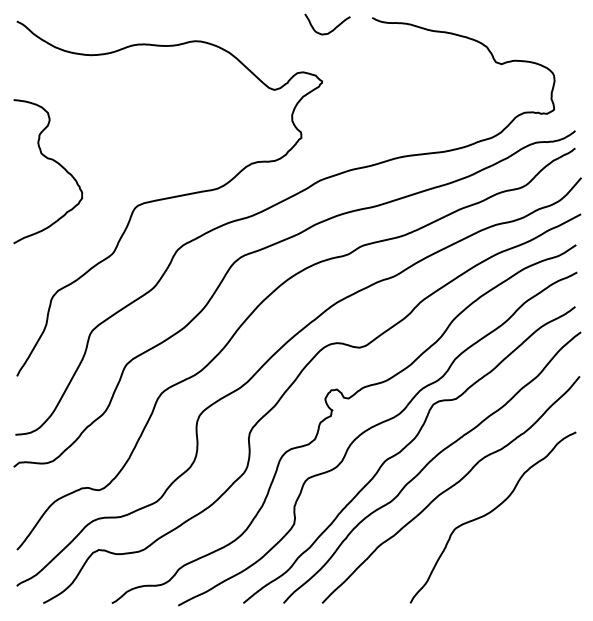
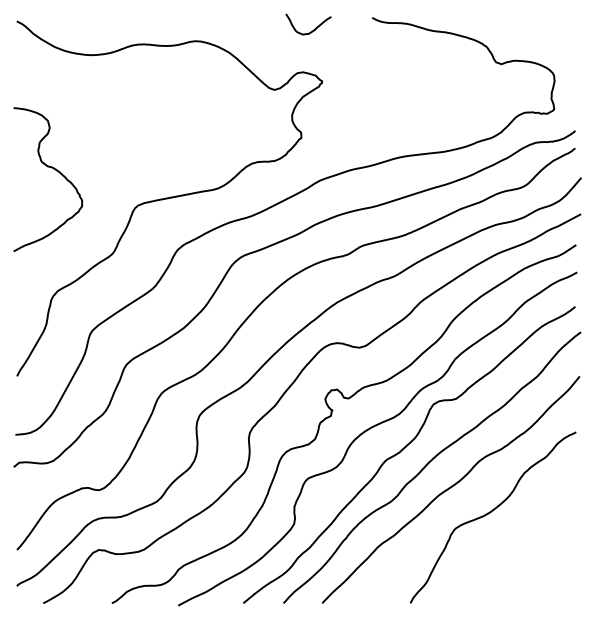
curve at (332, 29) position: (332, 29) -> (313, 29)
curve at (53, 161) position: (53, 161) -> (53, 169)
